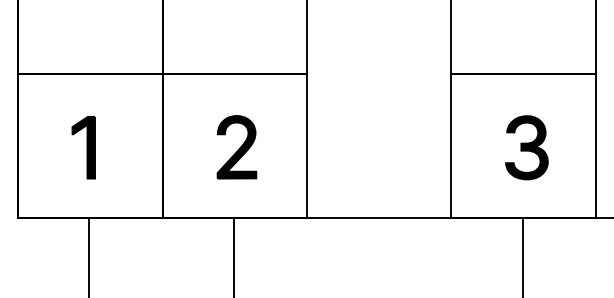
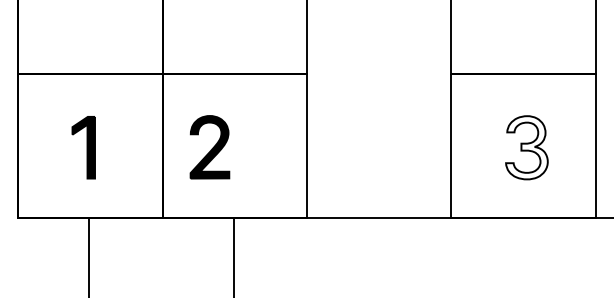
part at (236, 147) position: (236, 147) -> (209, 147)
fill at (526, 147): present -> none
line at (523, 256): present -> none
